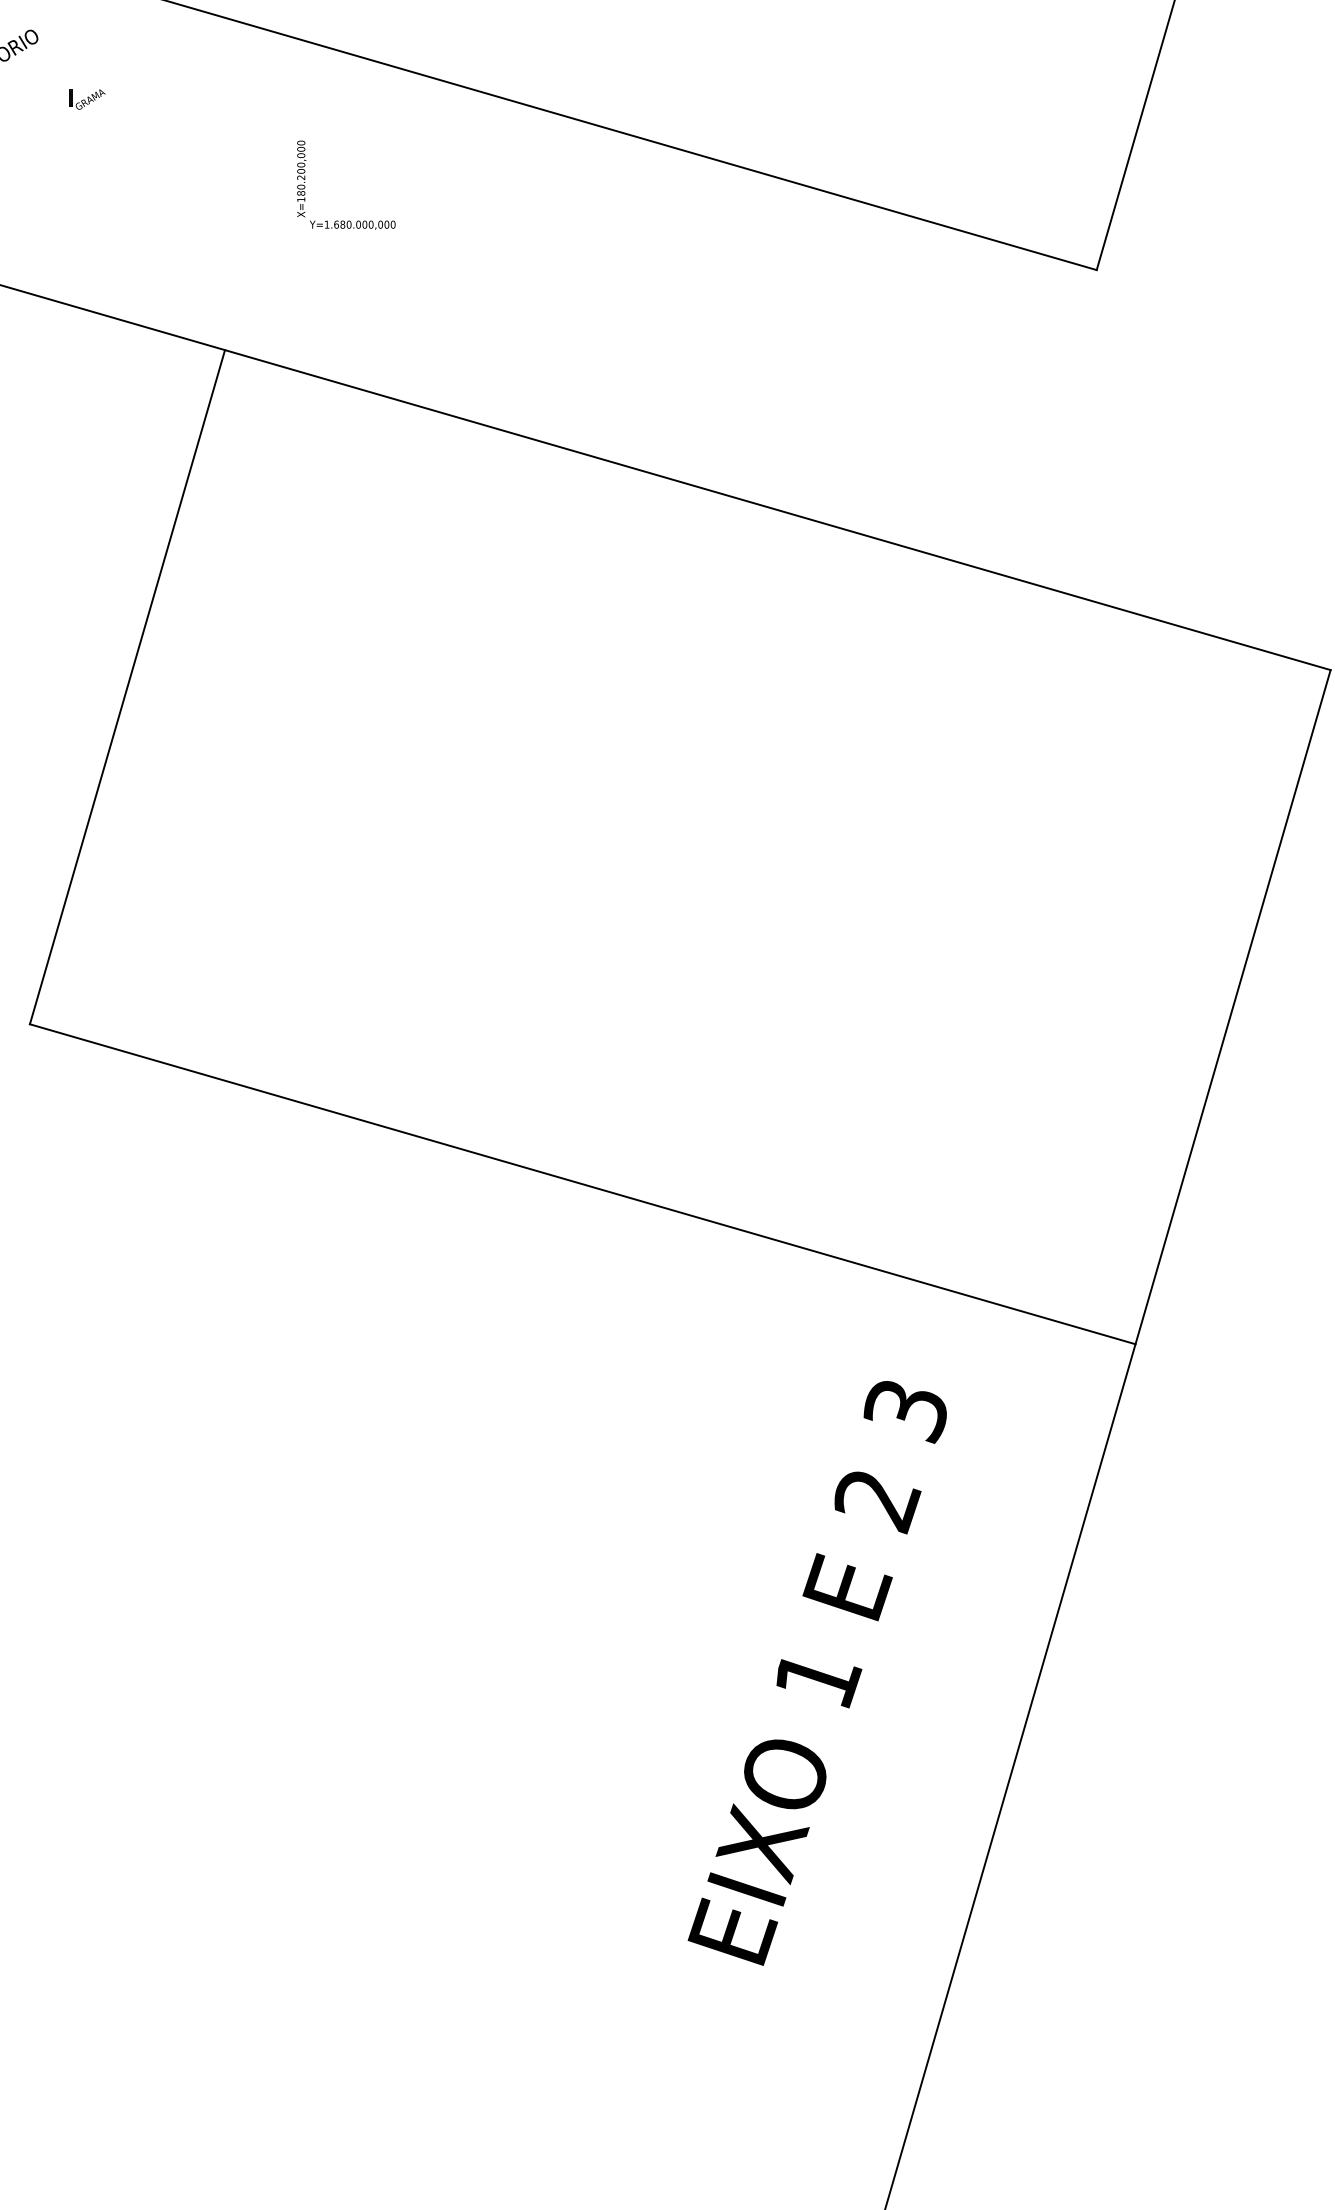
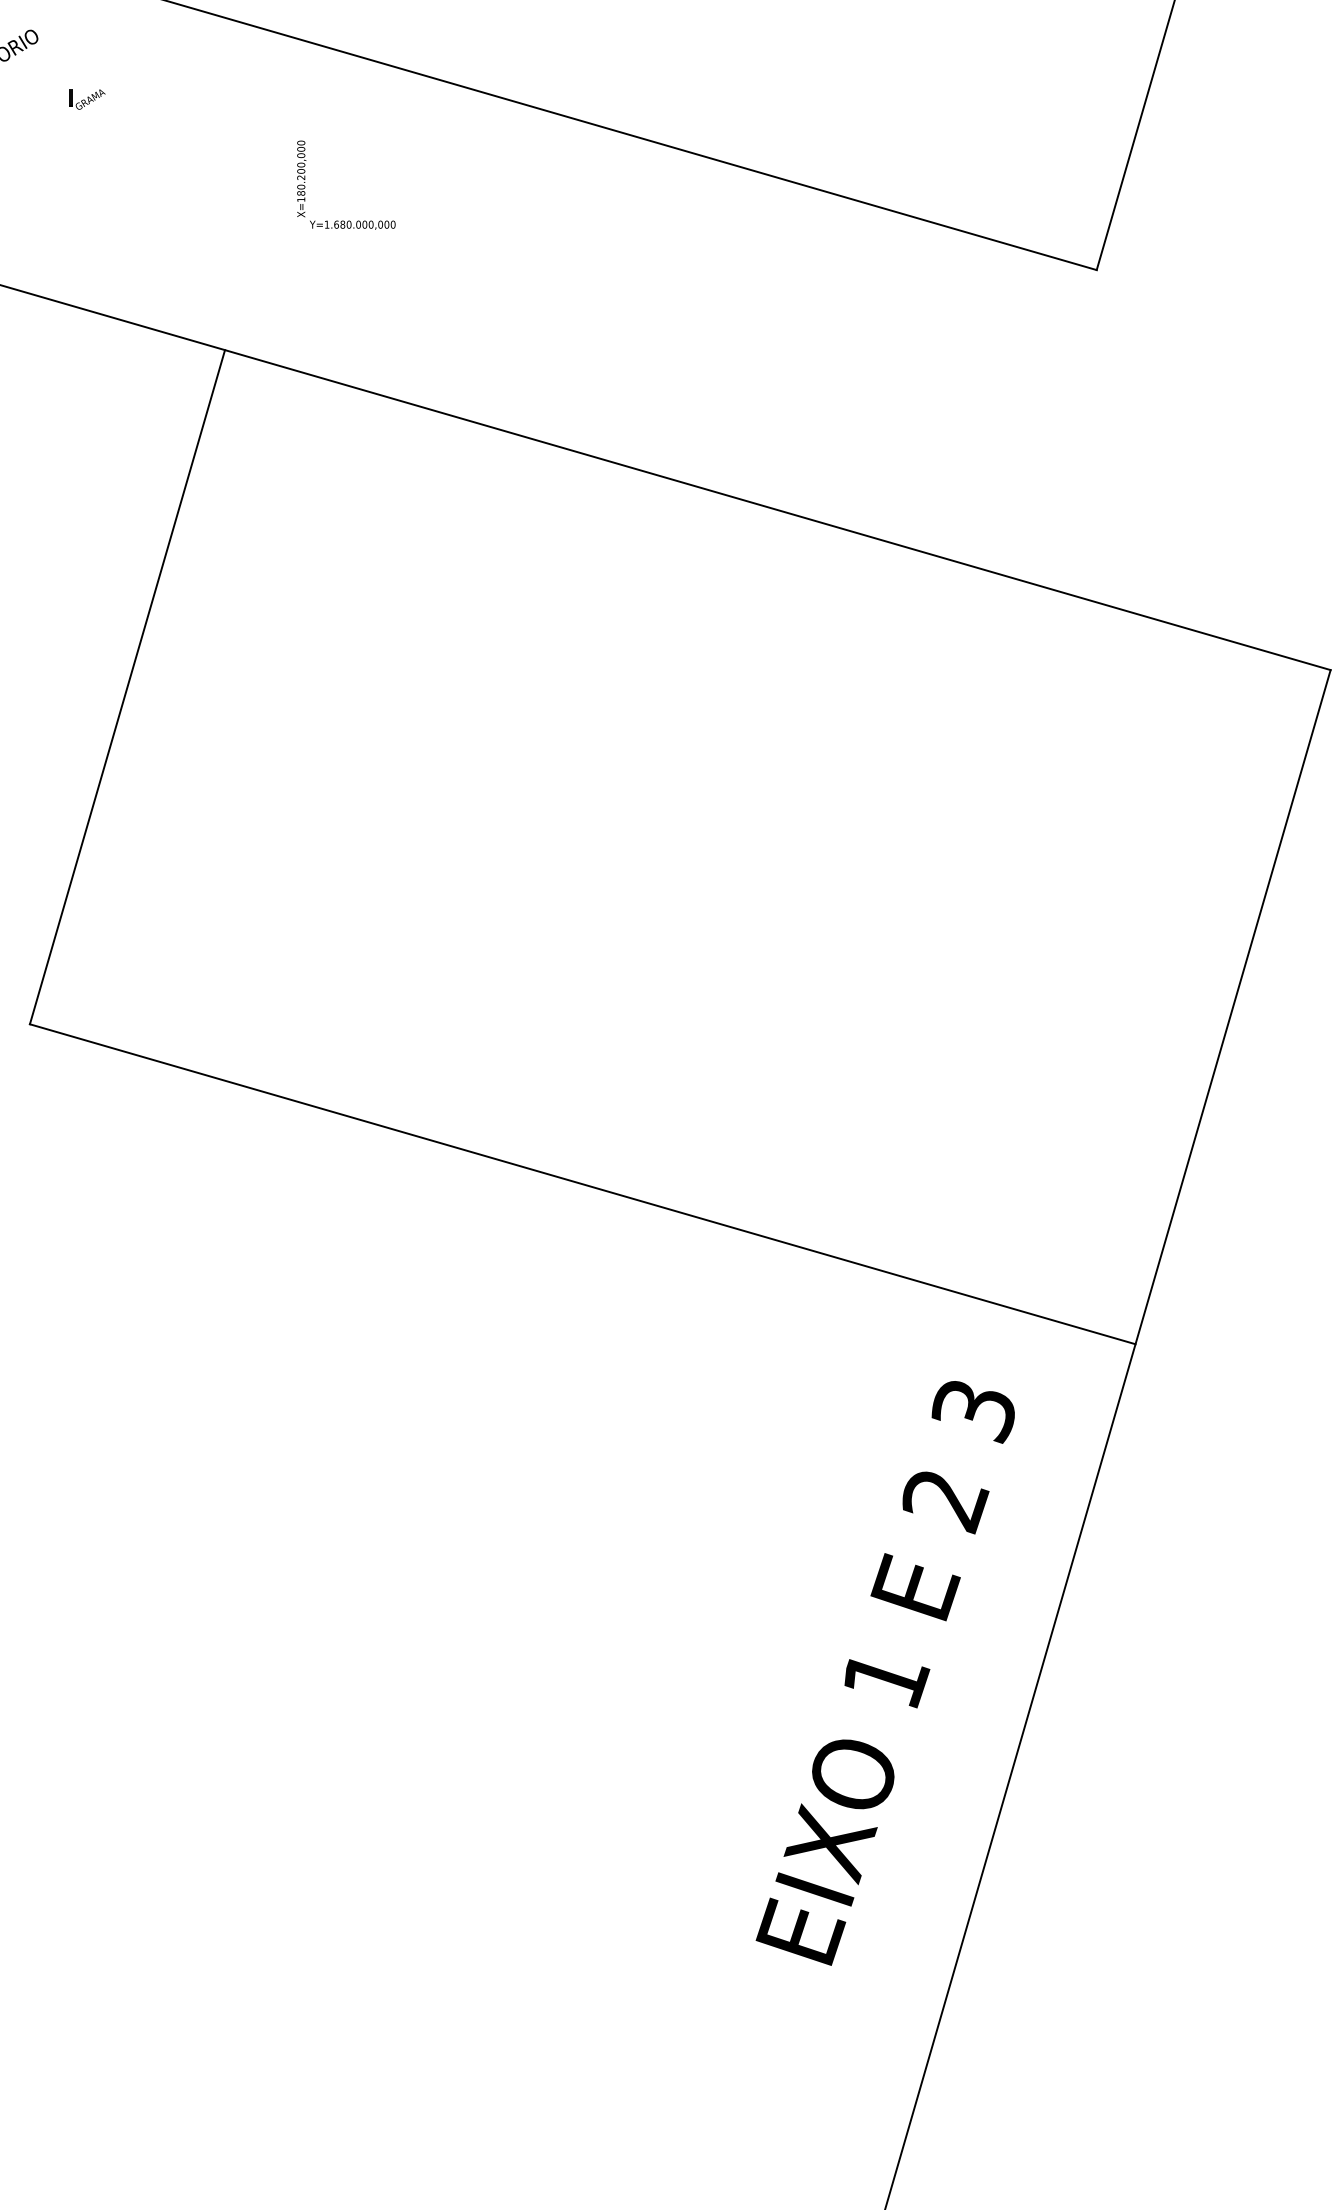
text at (816, 1673) position: (816, 1673) -> (884, 1673)
